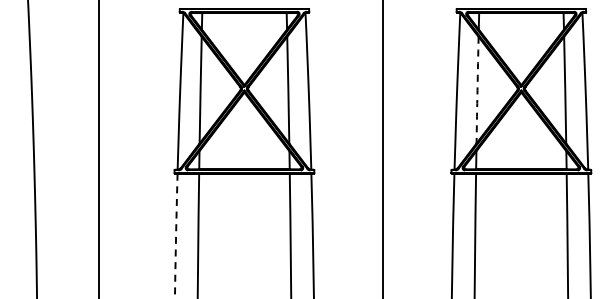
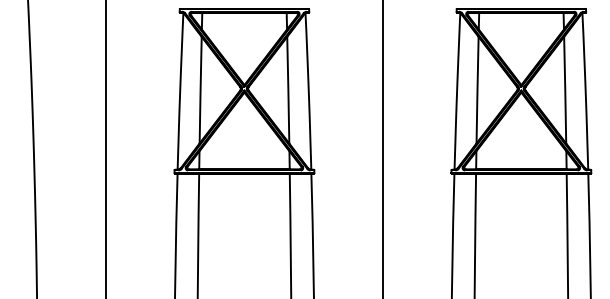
arc at (477, 90): dashed -> solid
line at (99, 148) position: (99, 148) -> (106, 148)
arc at (176, 236): dashed -> solid
